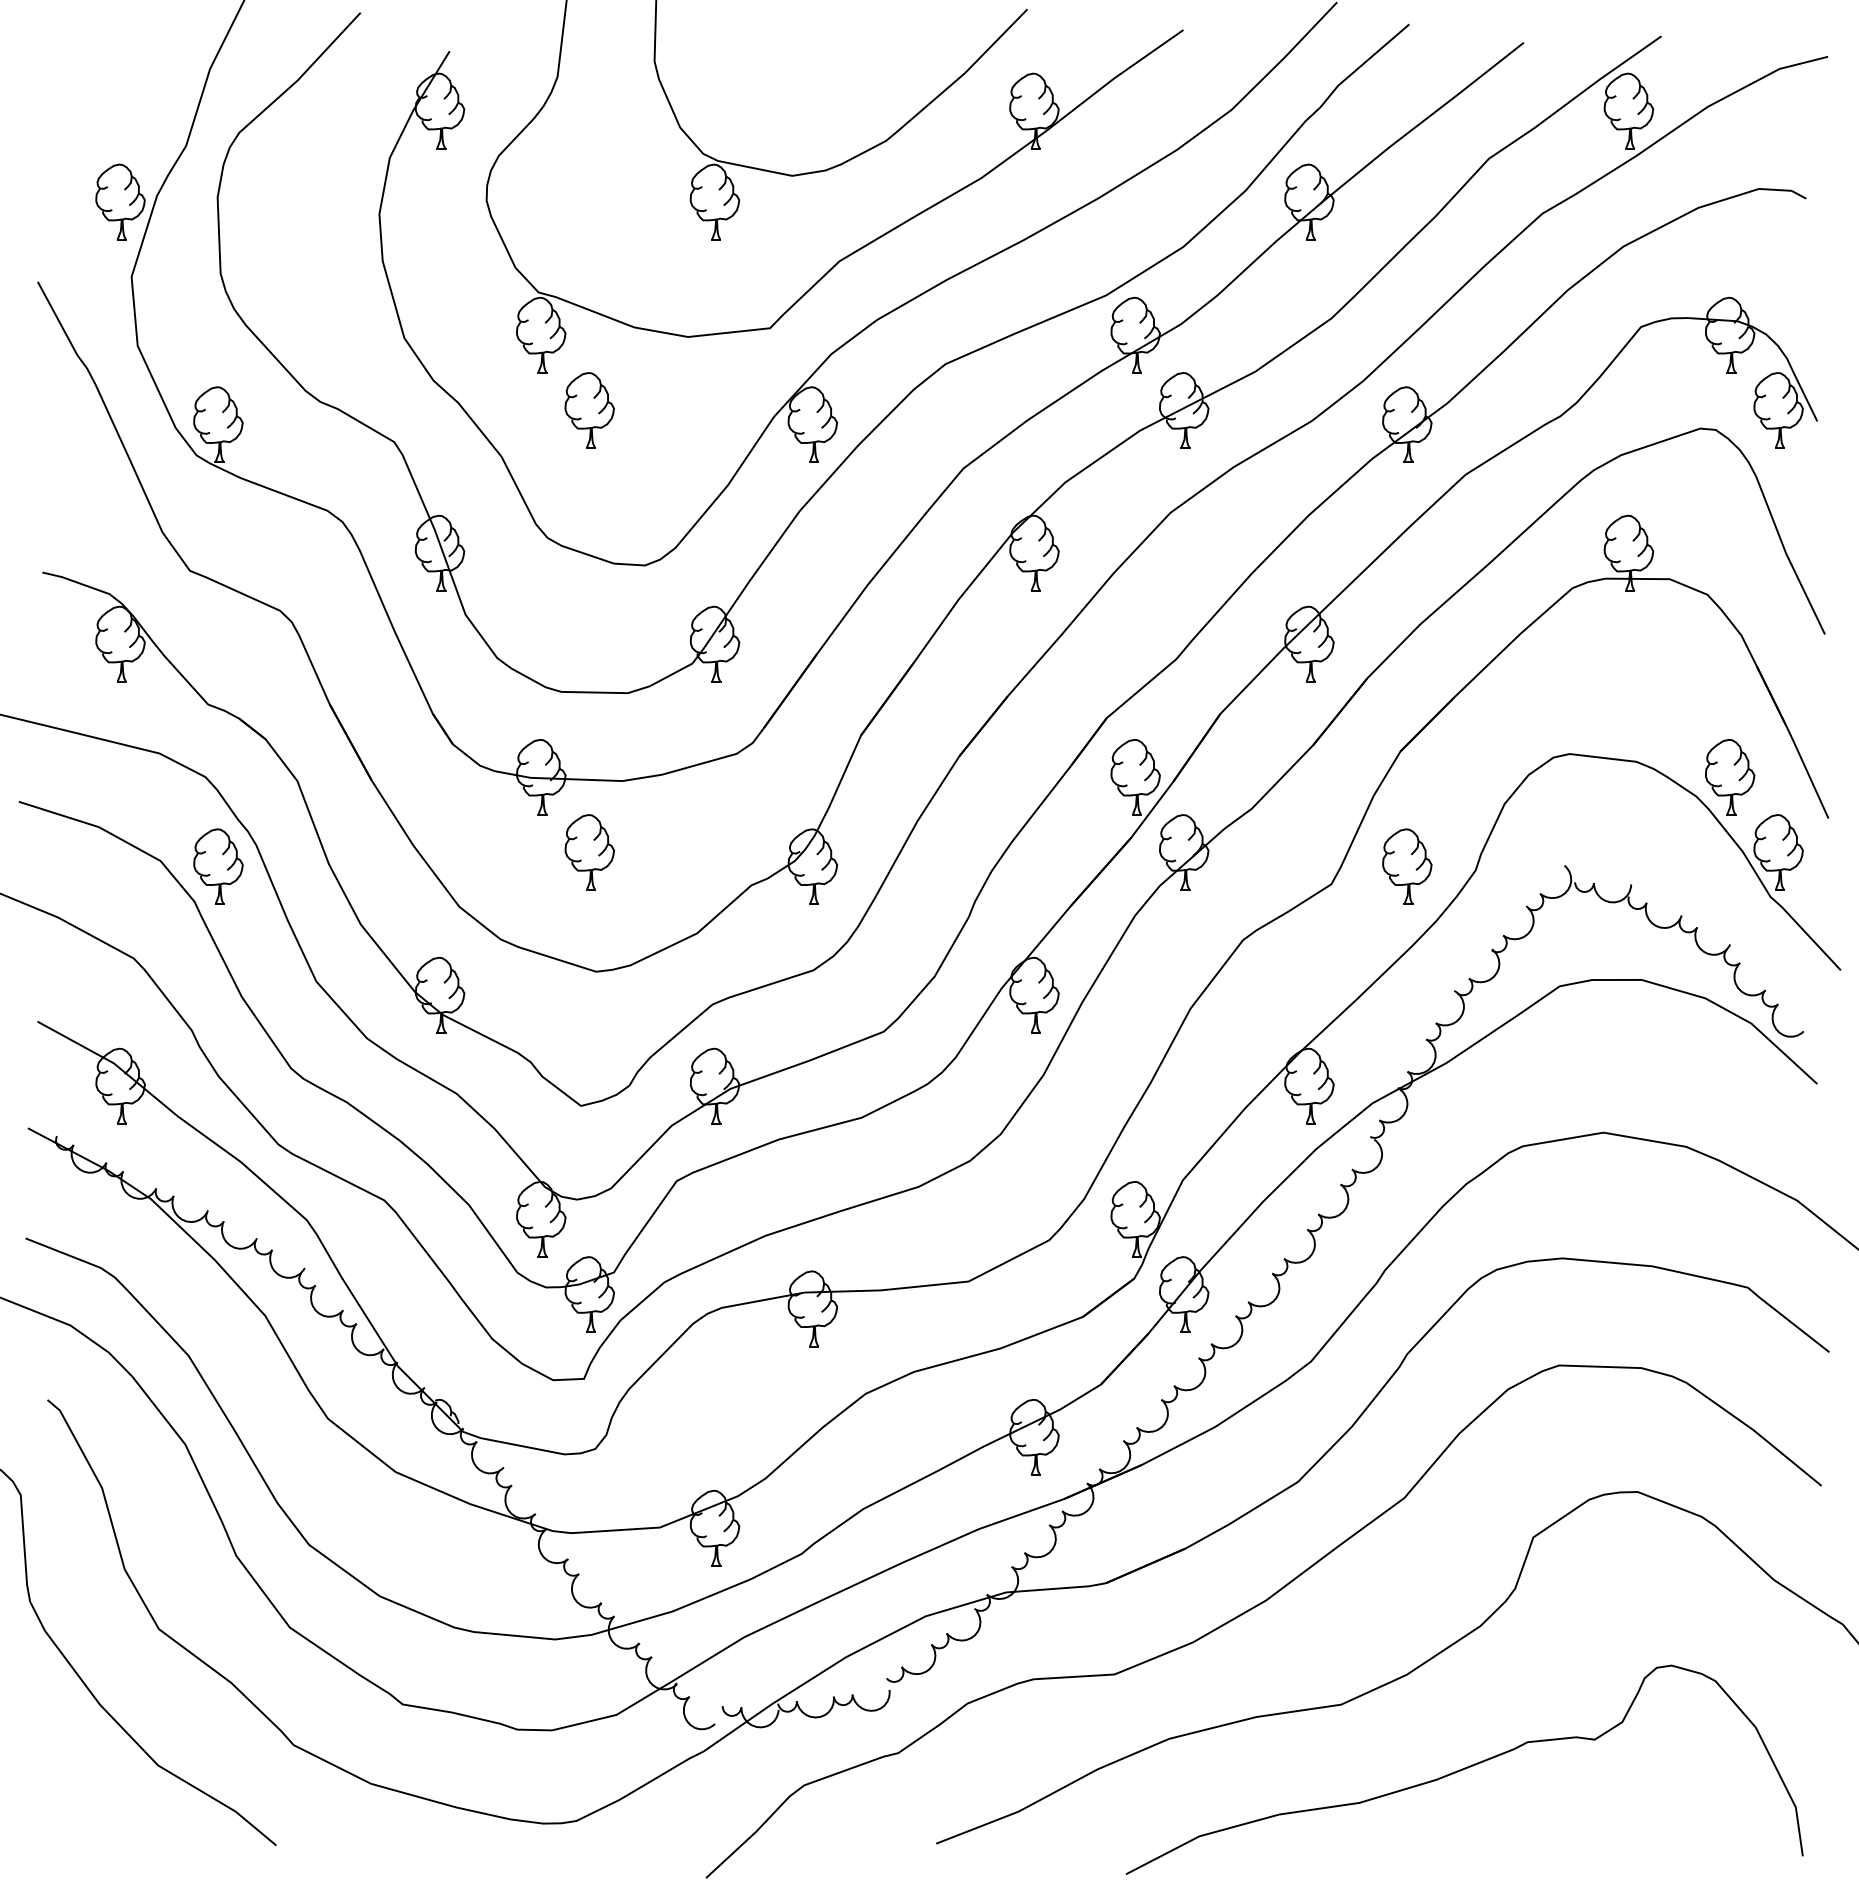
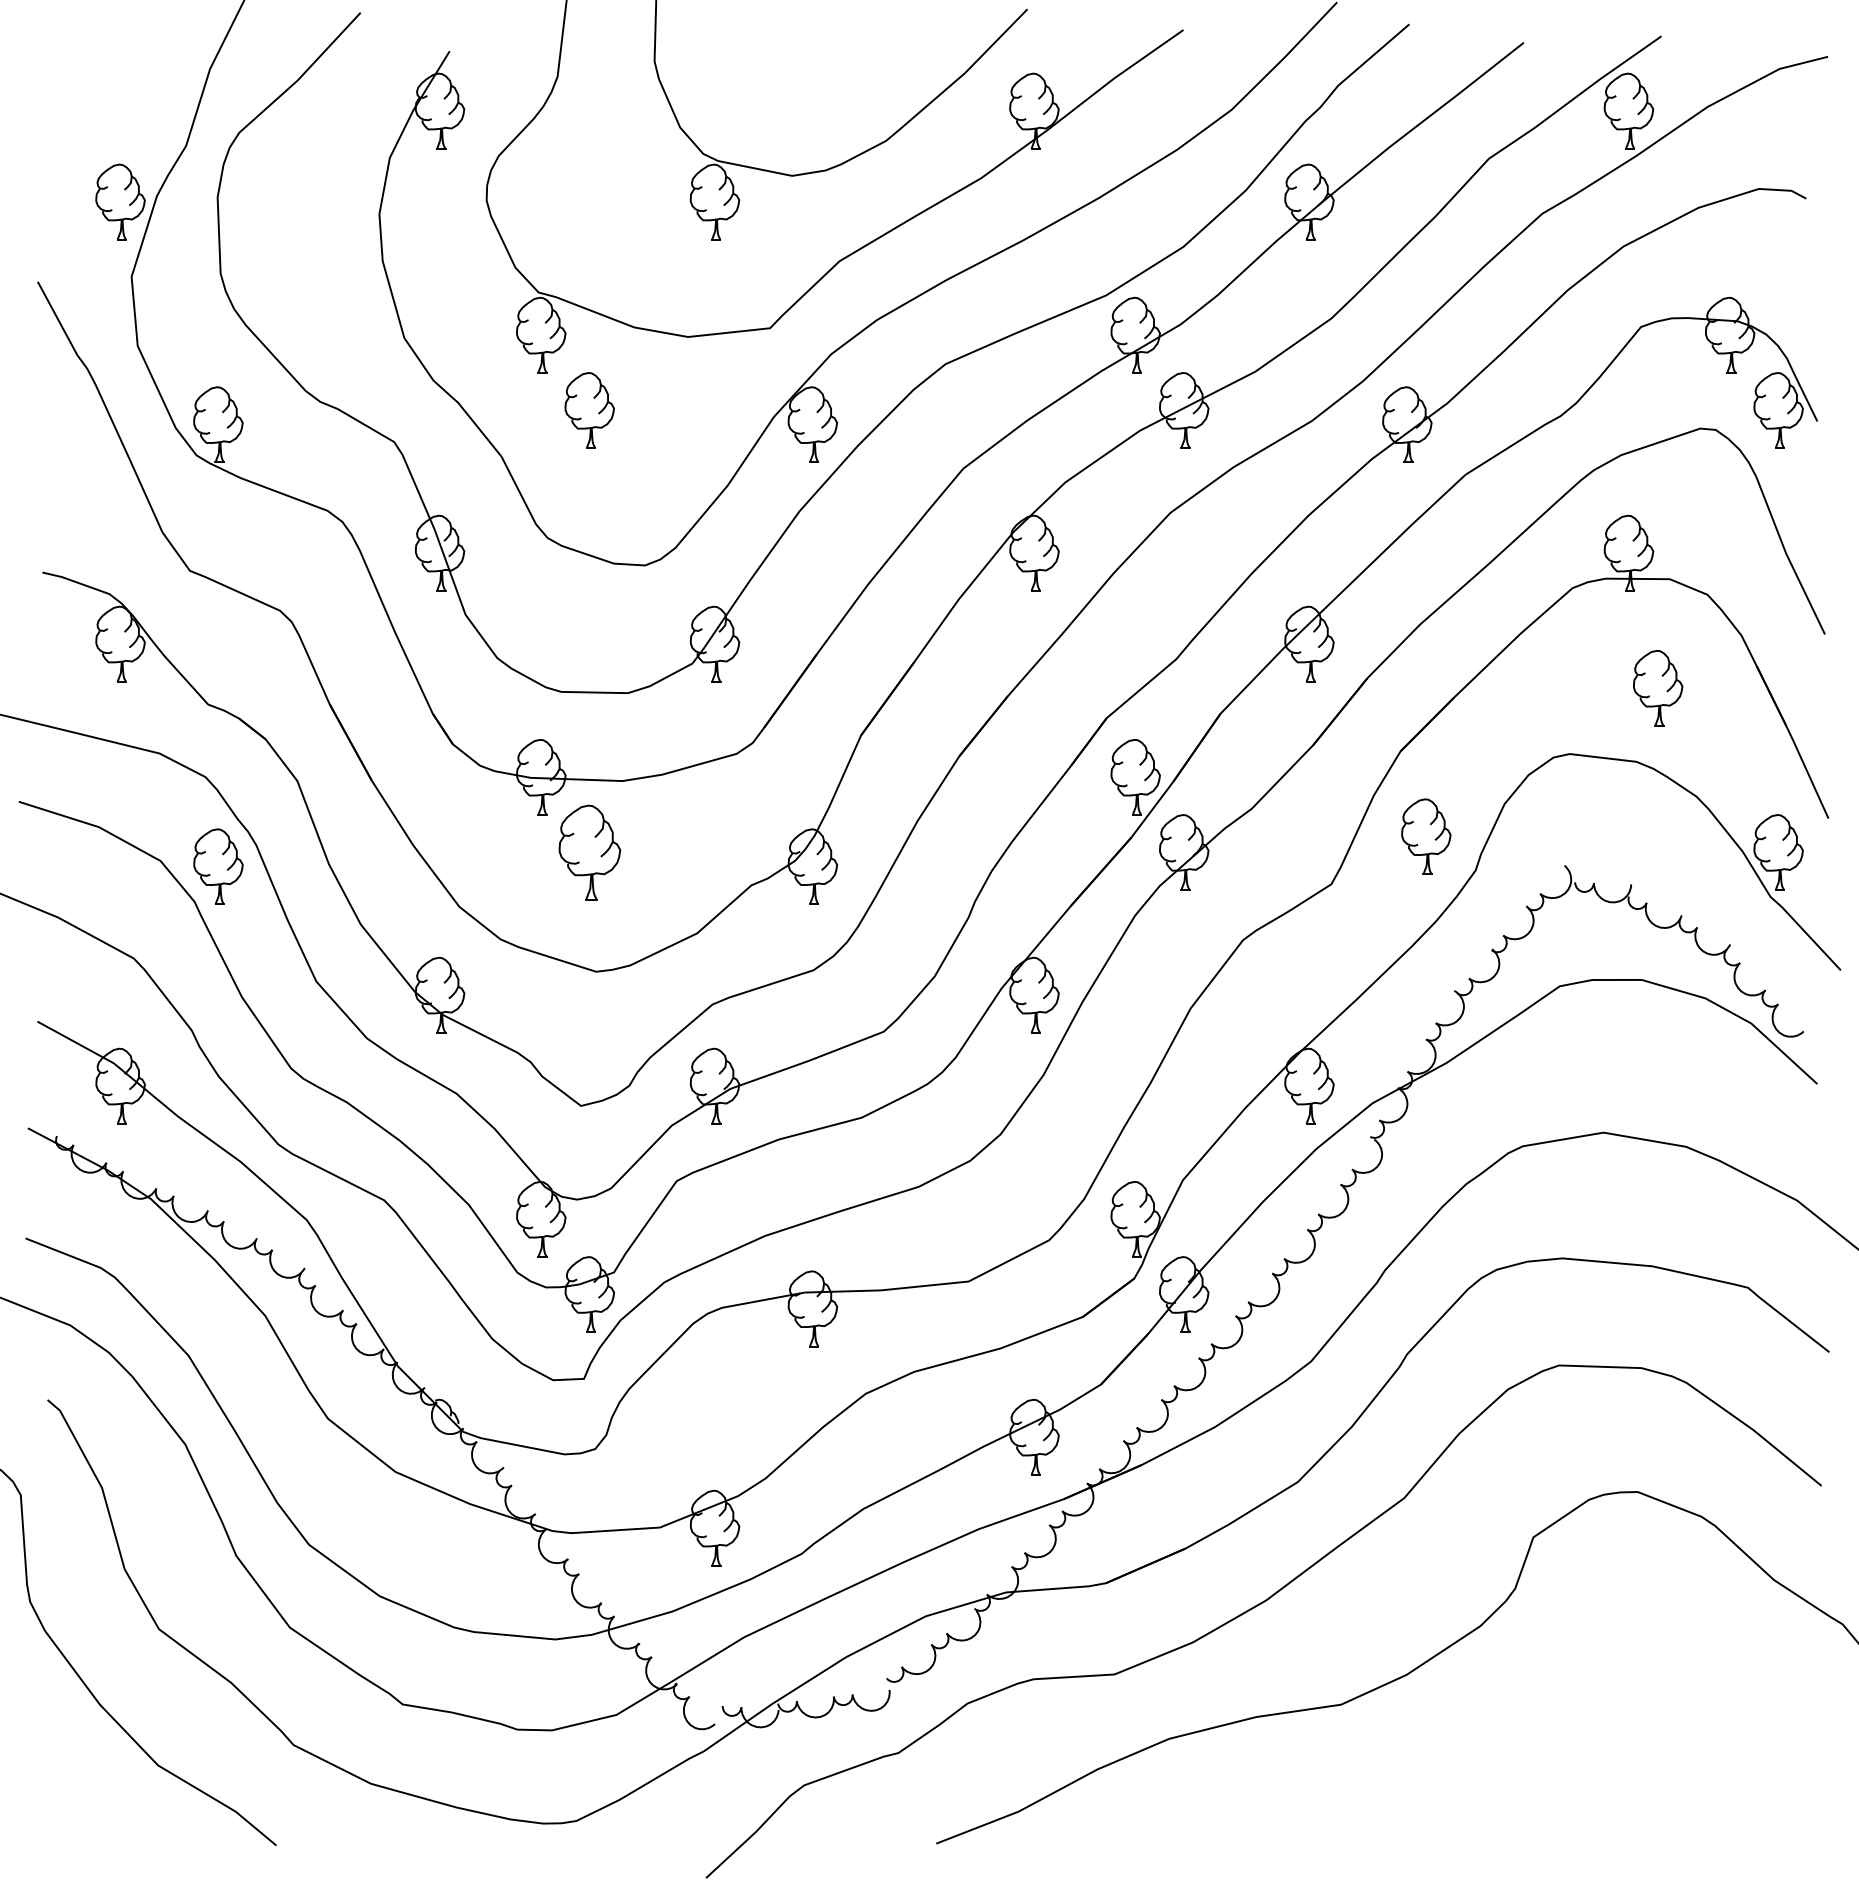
part at (1730, 777) position: (1730, 777) -> (1658, 688)
part at (589, 852) size: 51x77 px -> 64x97 px
part at (1407, 866) position: (1407, 866) -> (1426, 836)
curve at (1464, 1769): present -> none
